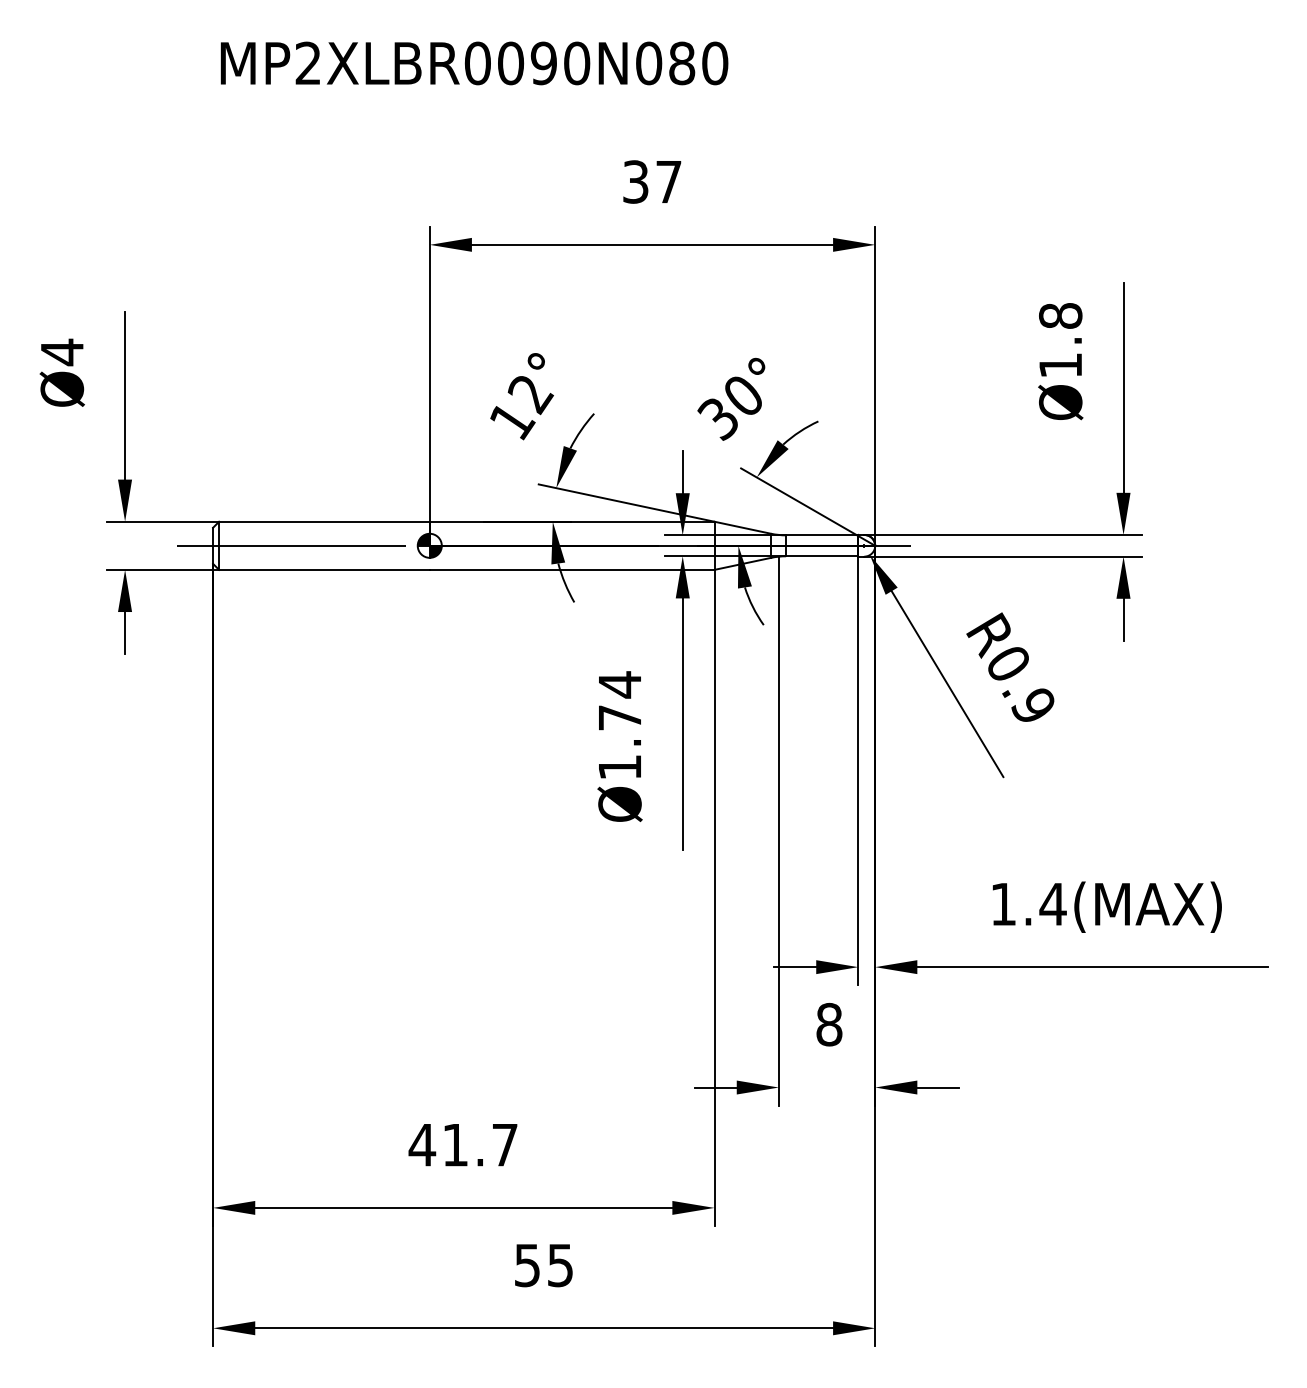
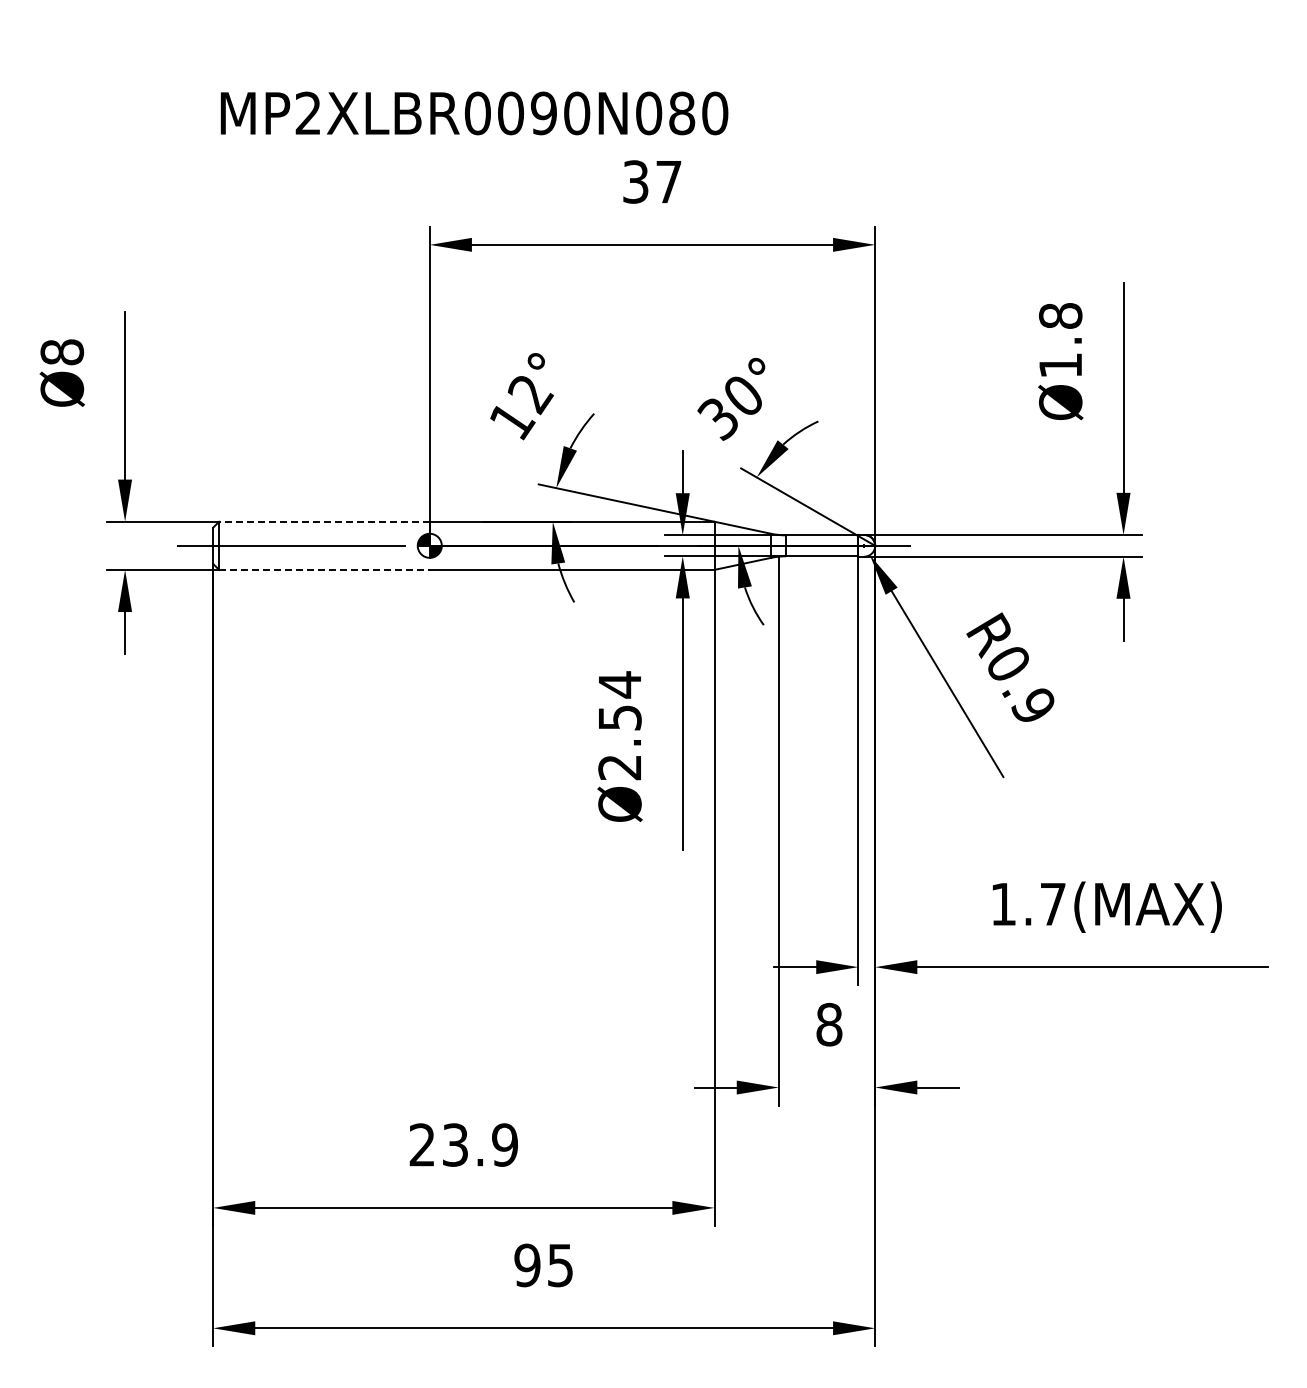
text at (474, 63) position: (474, 63) -> (474, 113)
text at (62, 352): Ø4 -> Ø8
line at (323, 521): solid -> dashed
line at (324, 569): solid -> dashed
text at (619, 742): Ø1.74 -> Ø2.54
text at (1052, 904): 1.4(MAX) -> 1.7(MAX)
text at (462, 1144): 41.7 -> 23.9
text at (527, 1265): 55 -> 95
